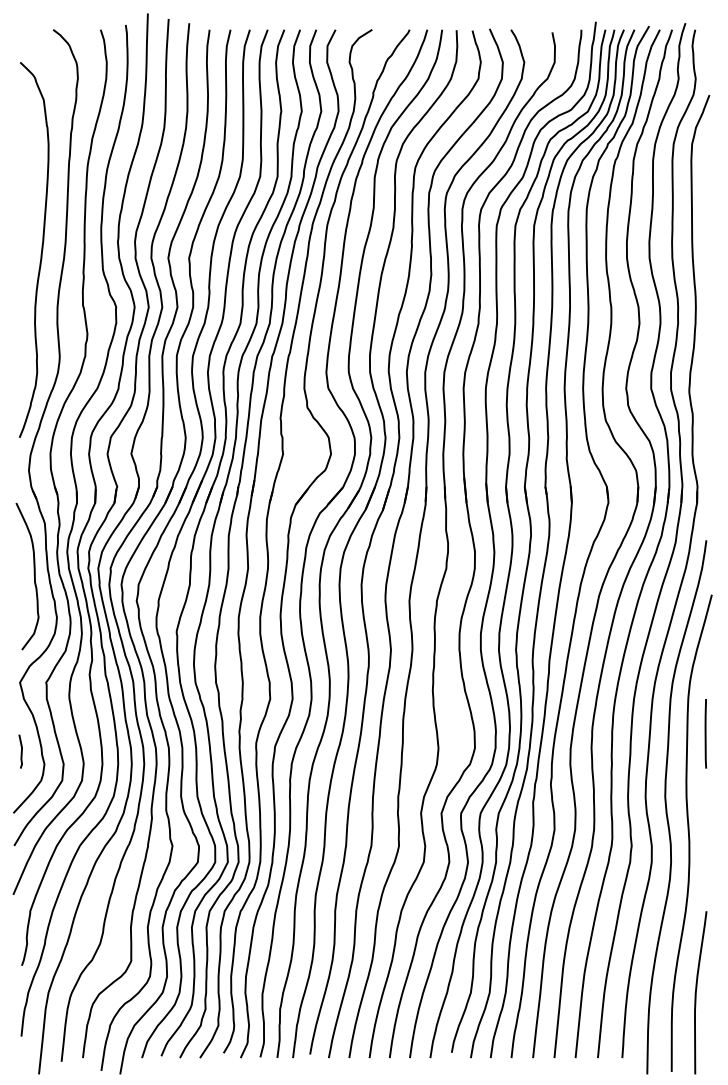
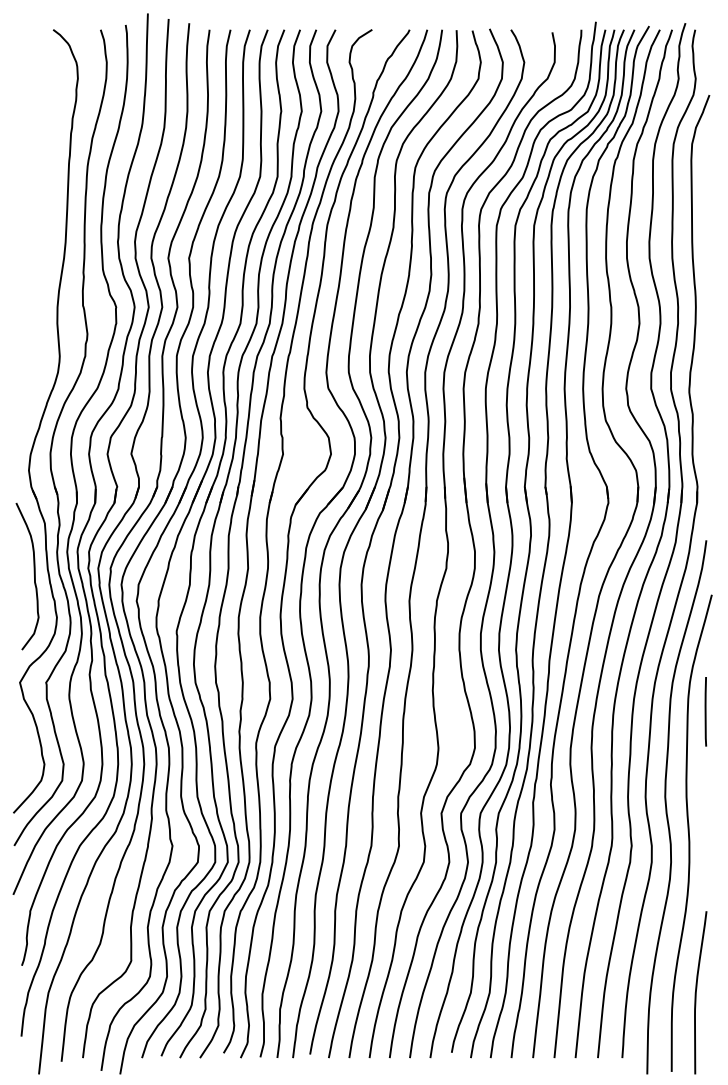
curve at (41, 249): present -> none
line at (705, 733) position: (705, 733) -> (705, 711)
line at (21, 751): present -> none
